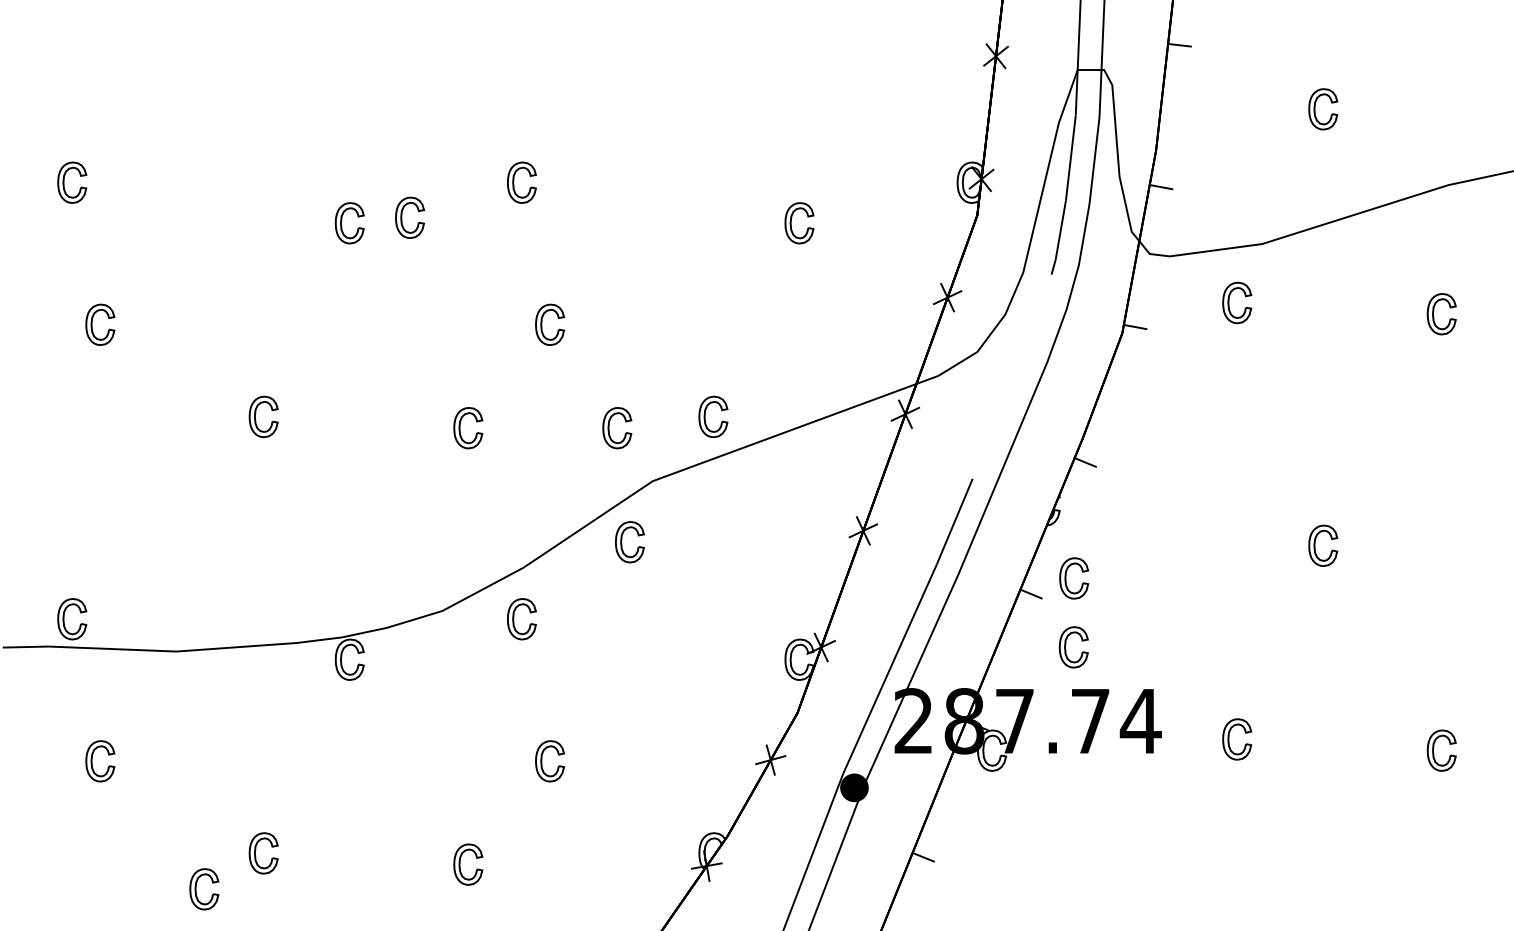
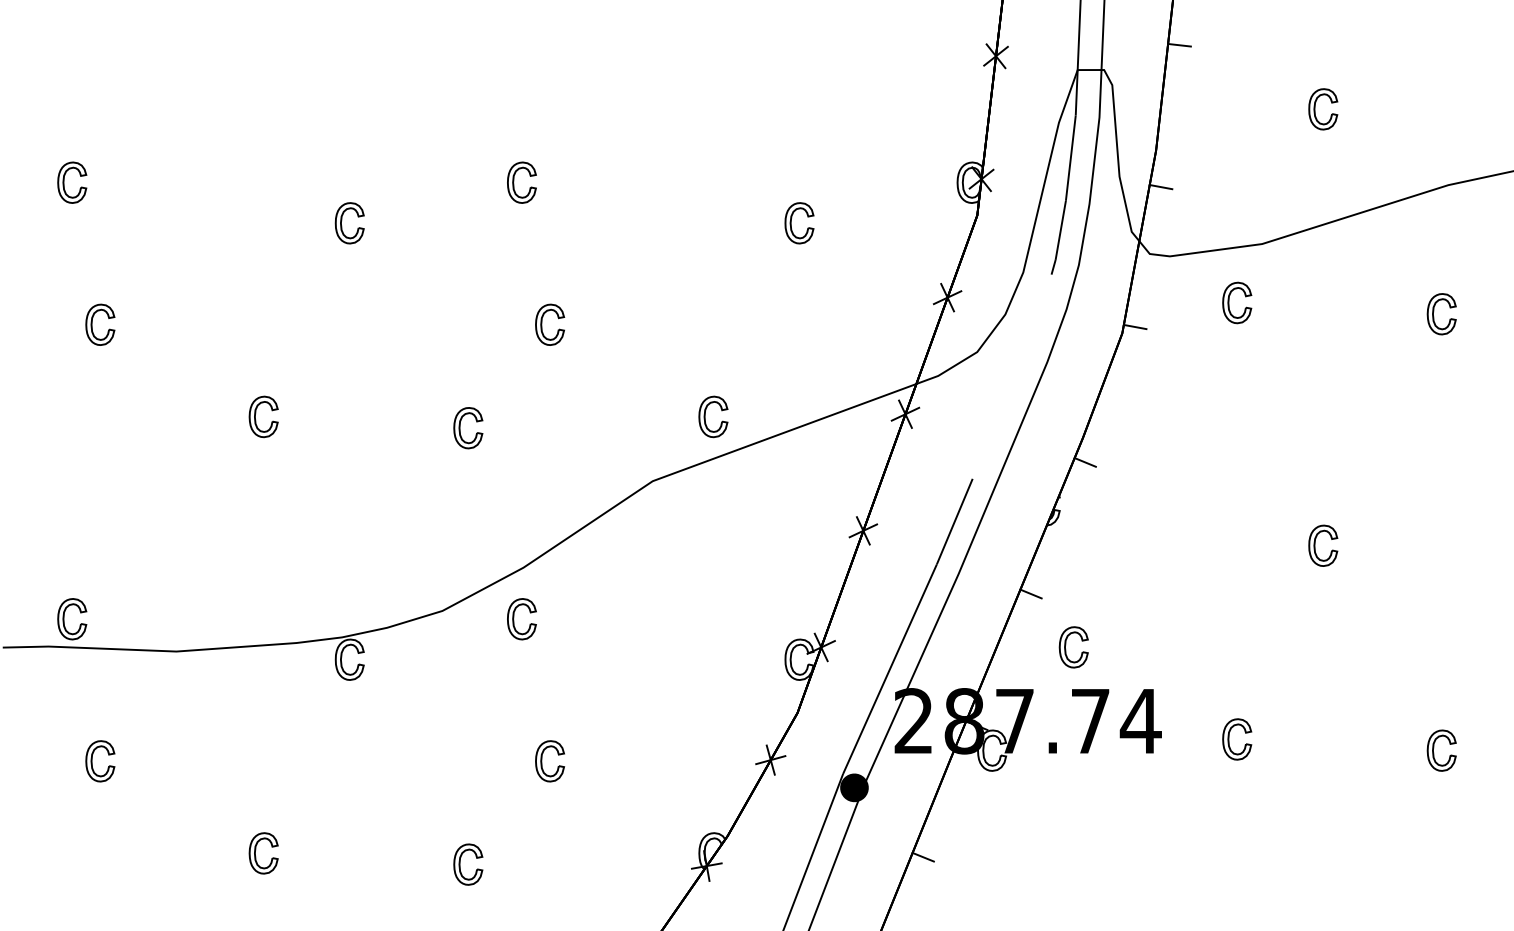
part at (402, 217): present -> none
part at (609, 428): present -> none
part at (622, 542): present -> none
part at (1066, 578): present -> none
part at (196, 889): present -> none
